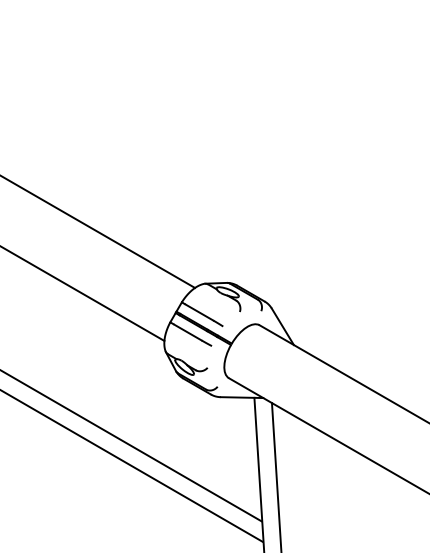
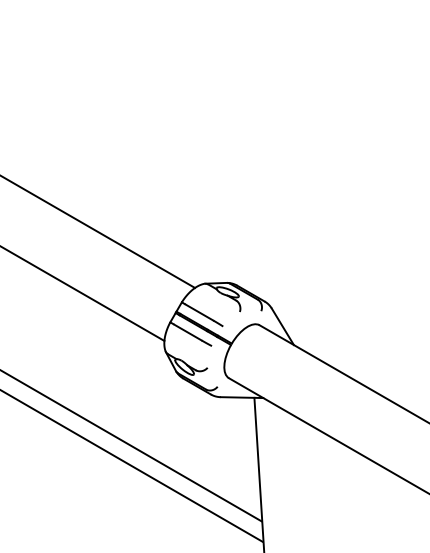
line at (276, 476): present -> none
